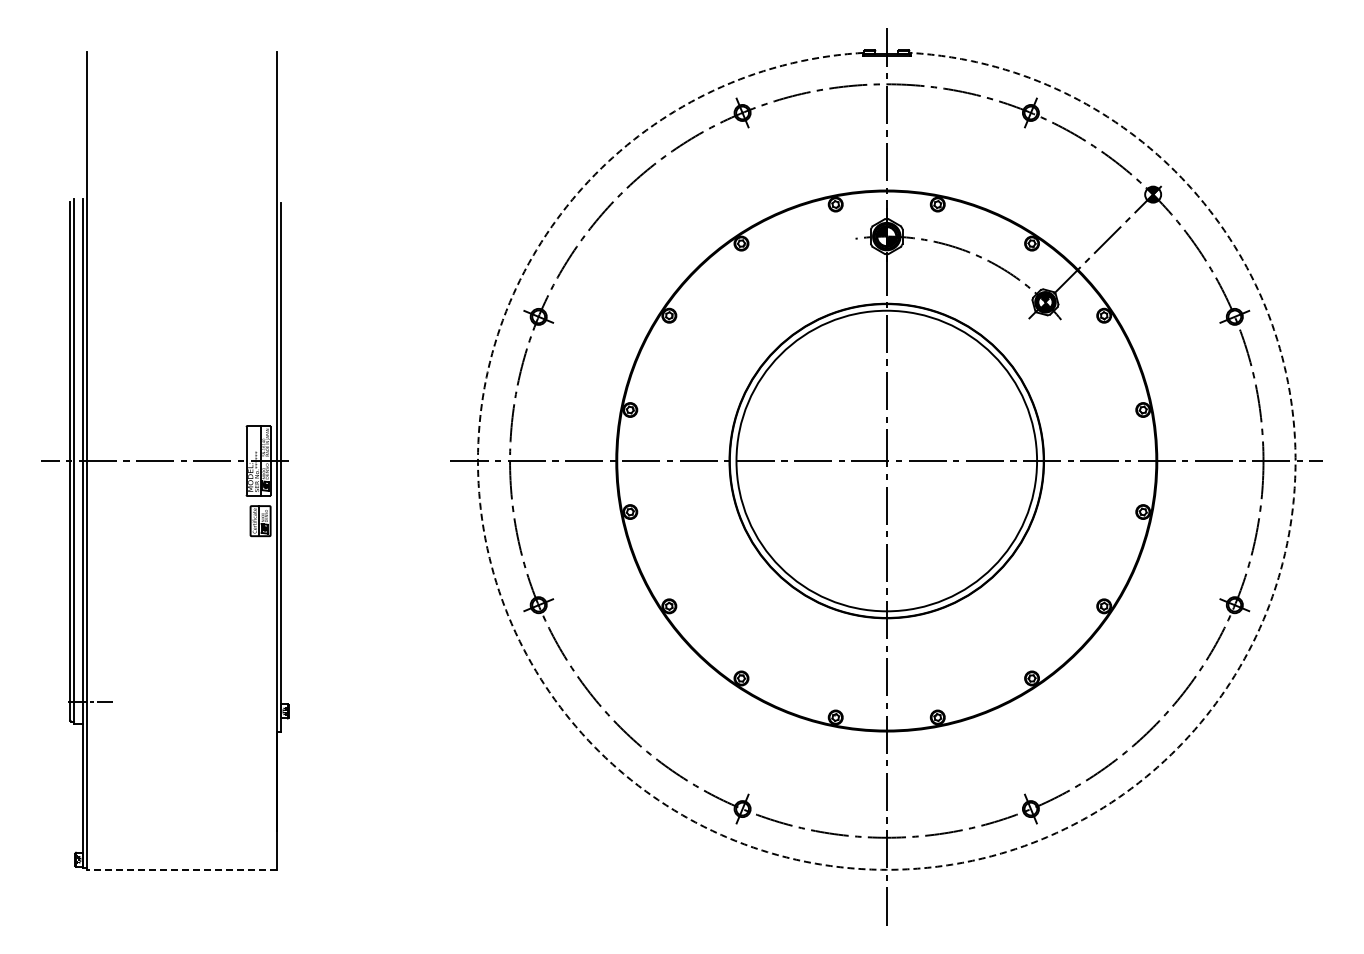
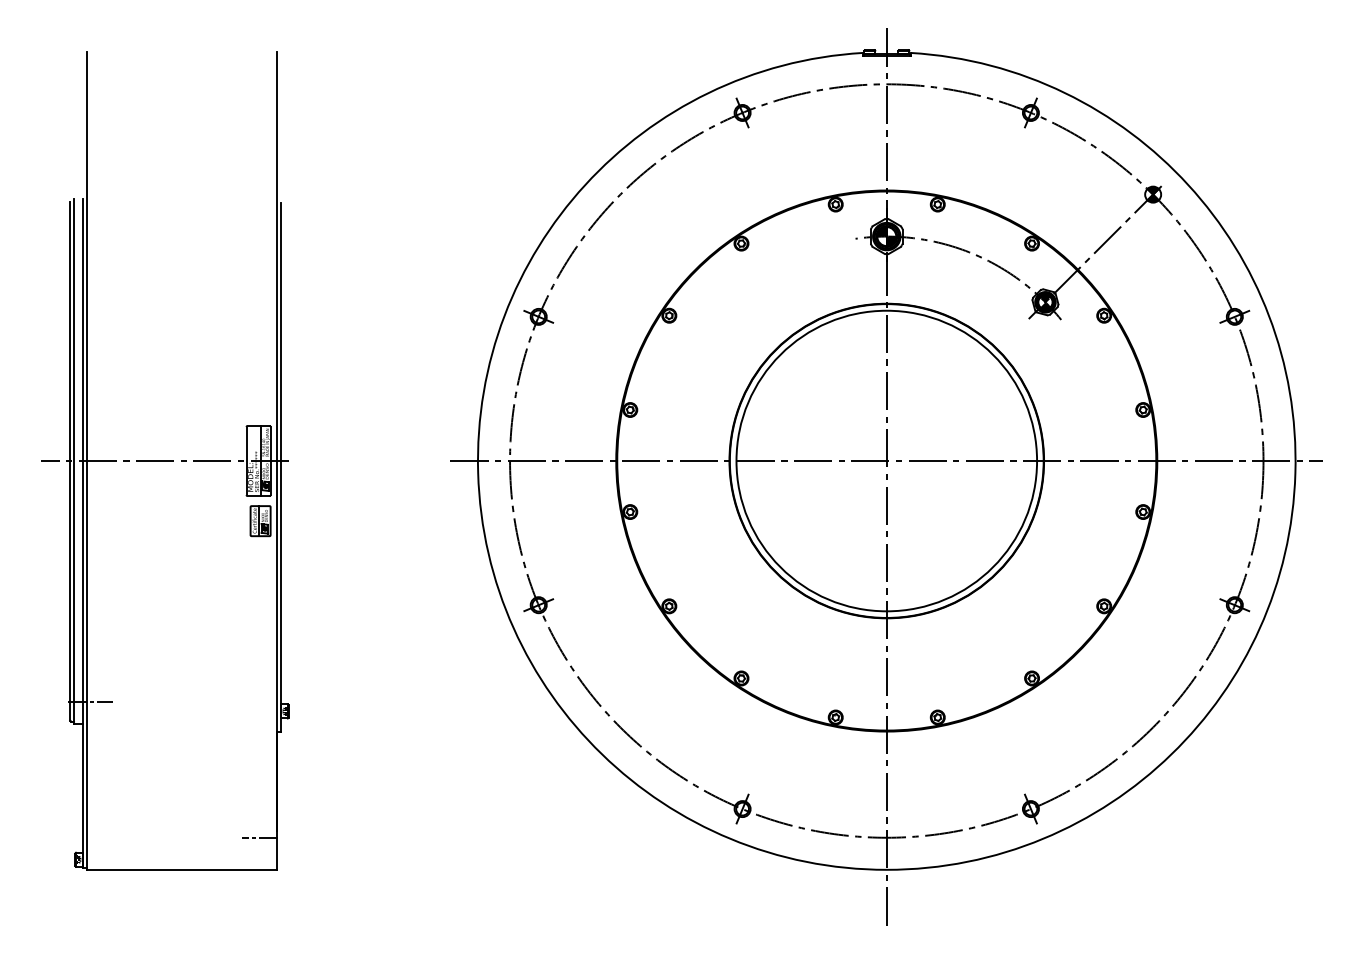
line at (259, 837): none -> present
line at (181, 869): dashed -> solid
arc at (886, 869): dashed -> solid
